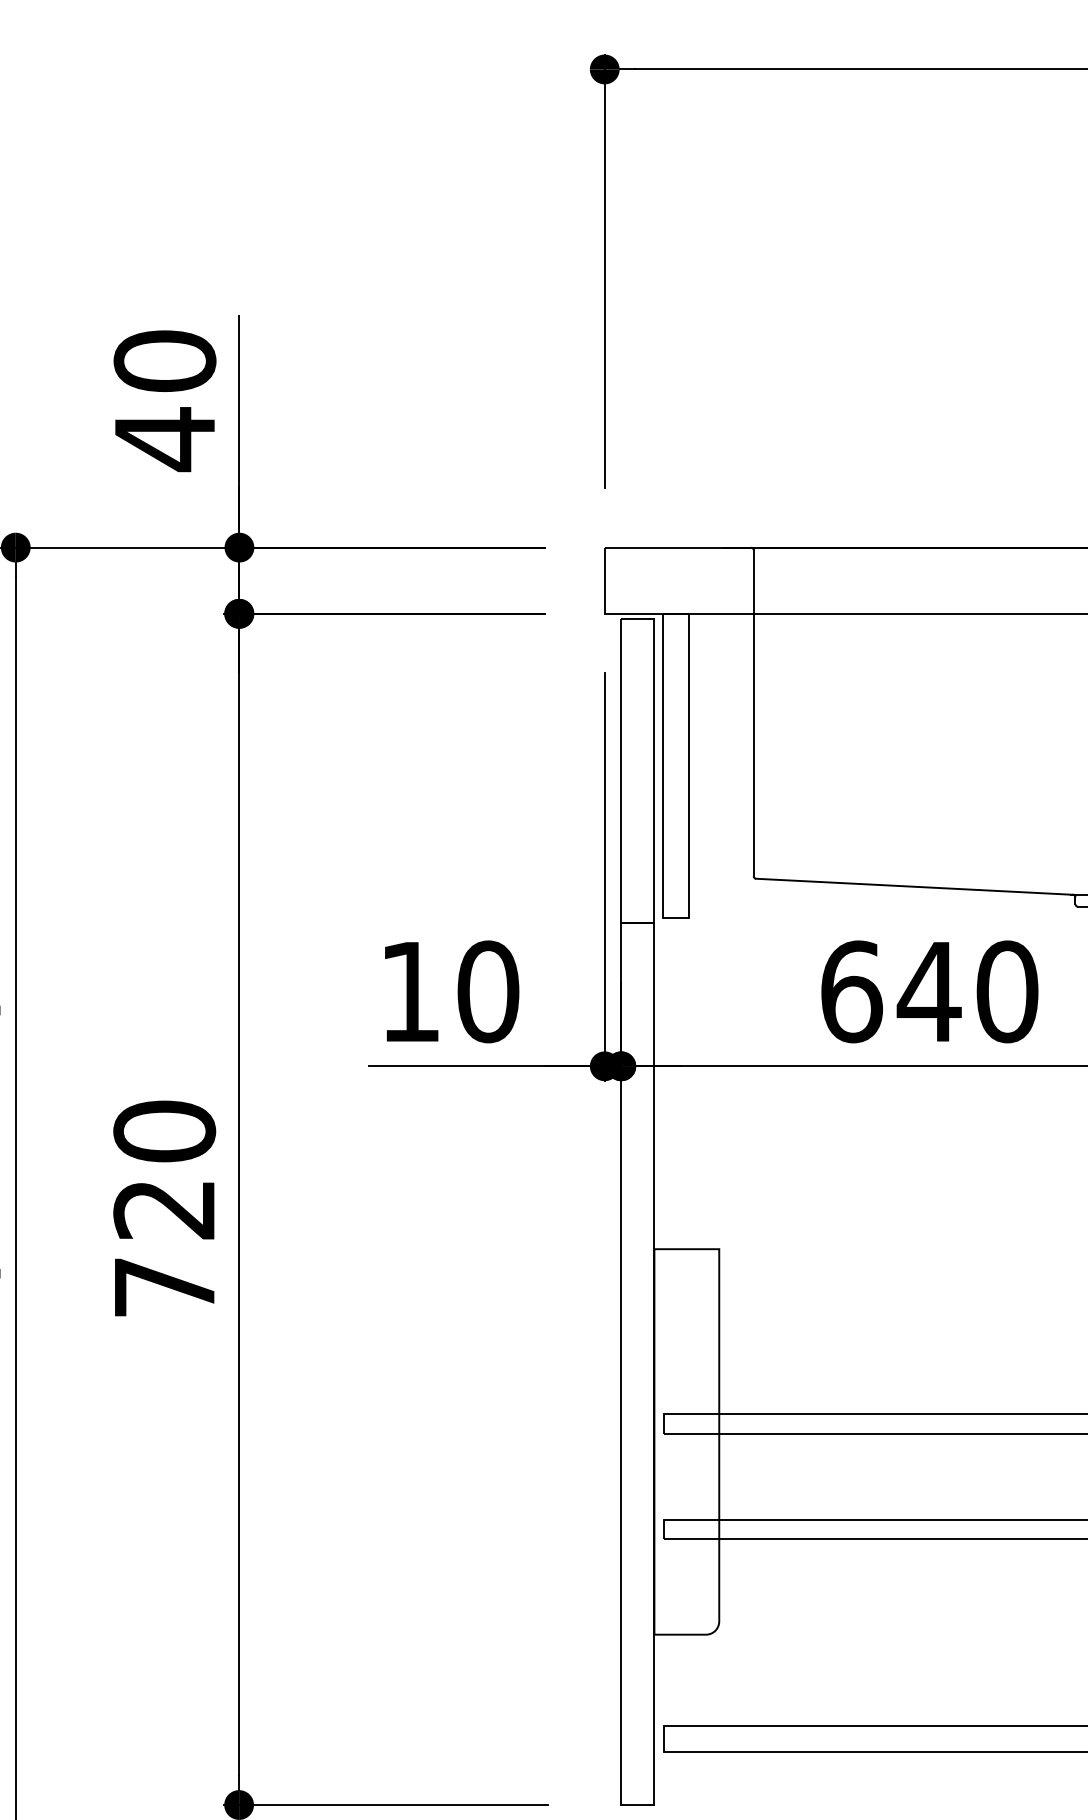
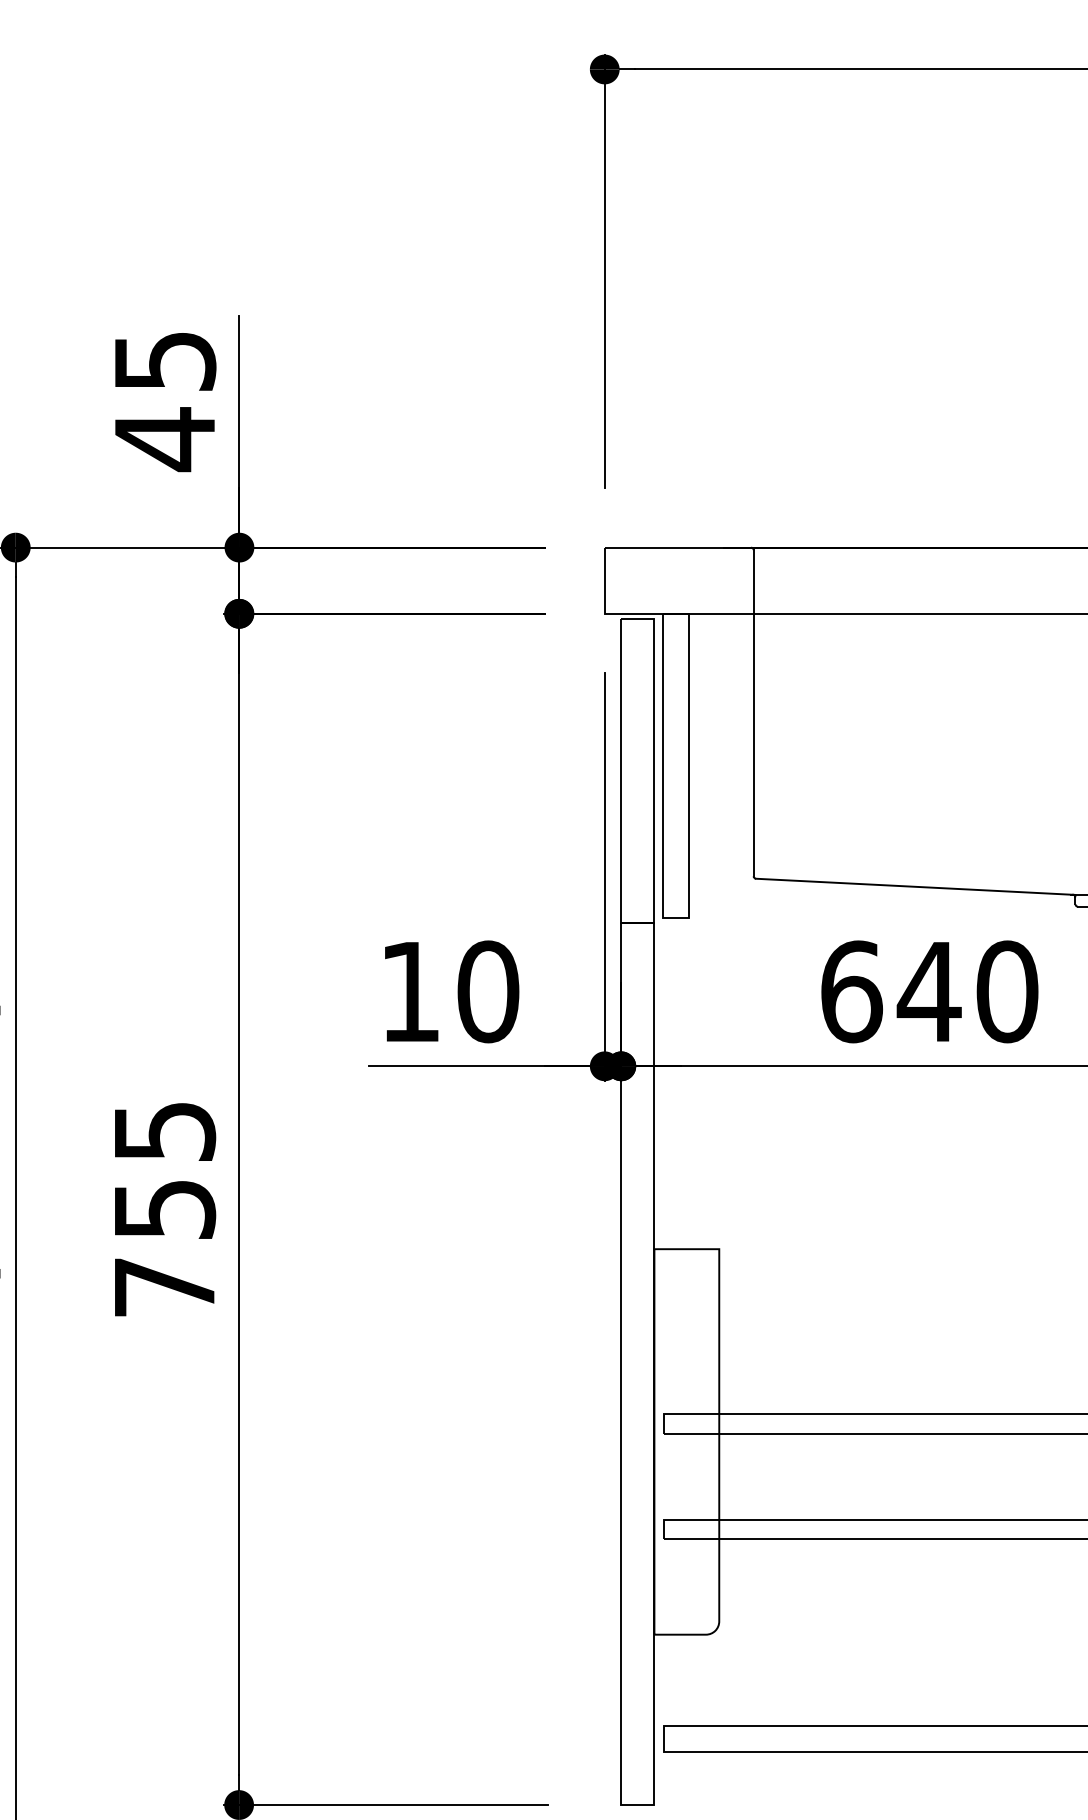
text at (164, 360): 40 -> 45
text at (164, 1169): 720 -> 755
